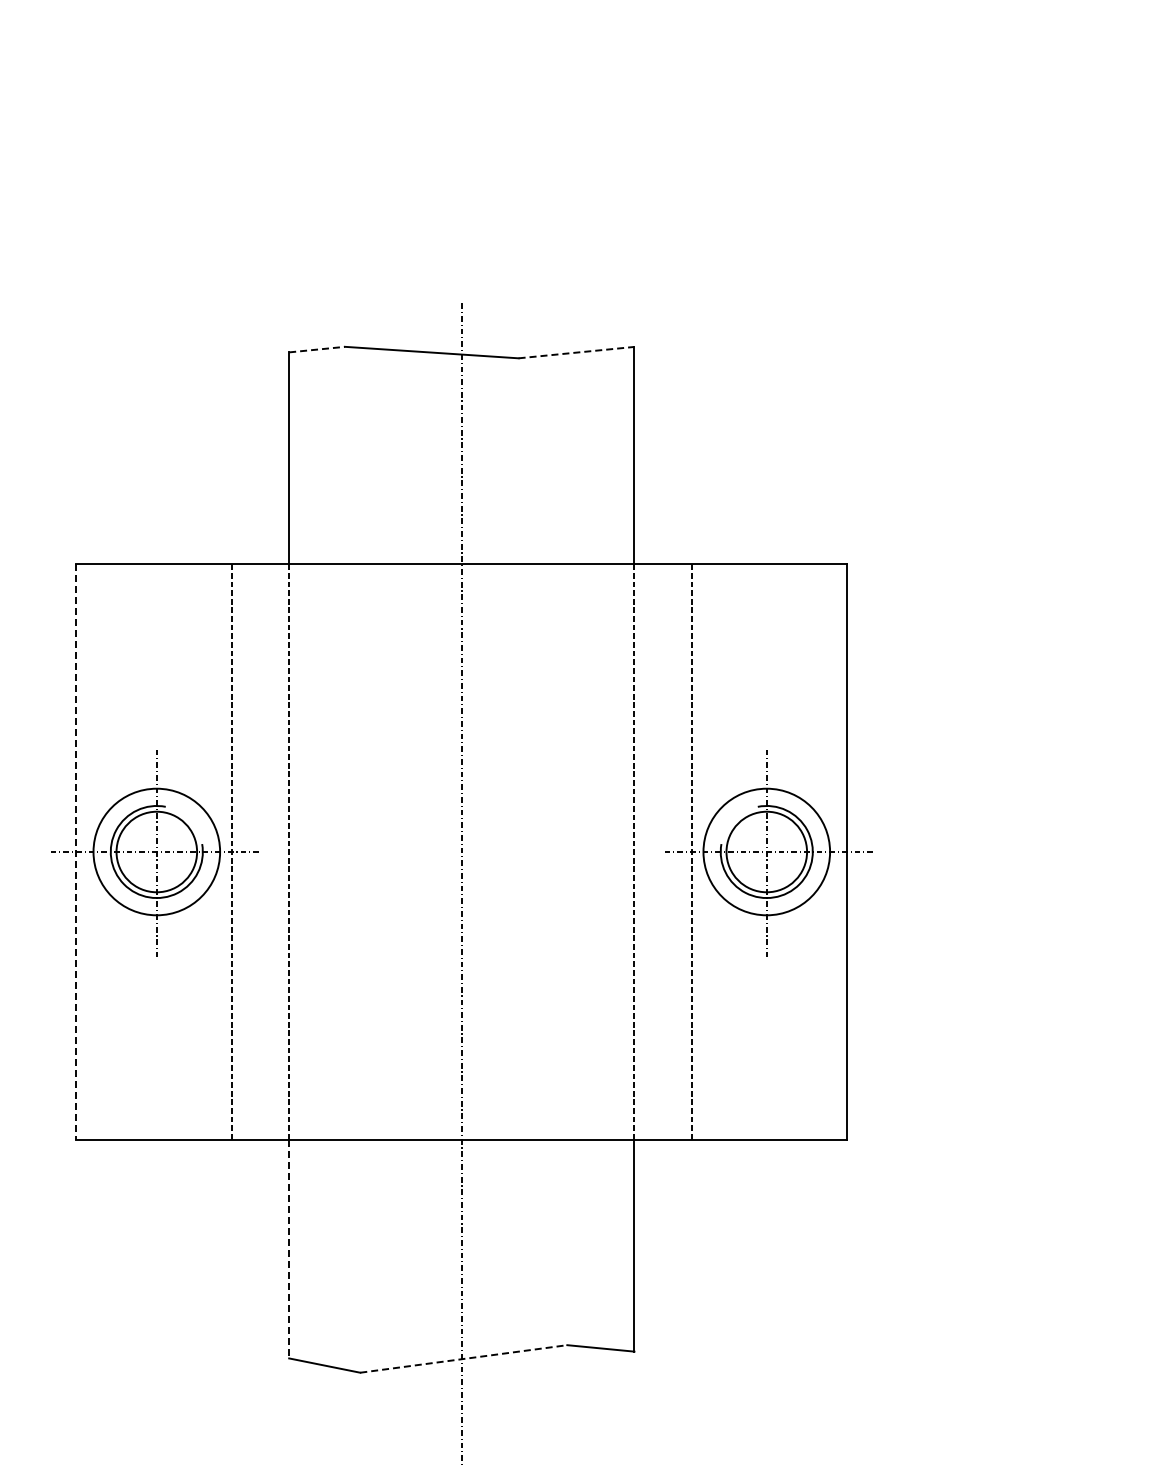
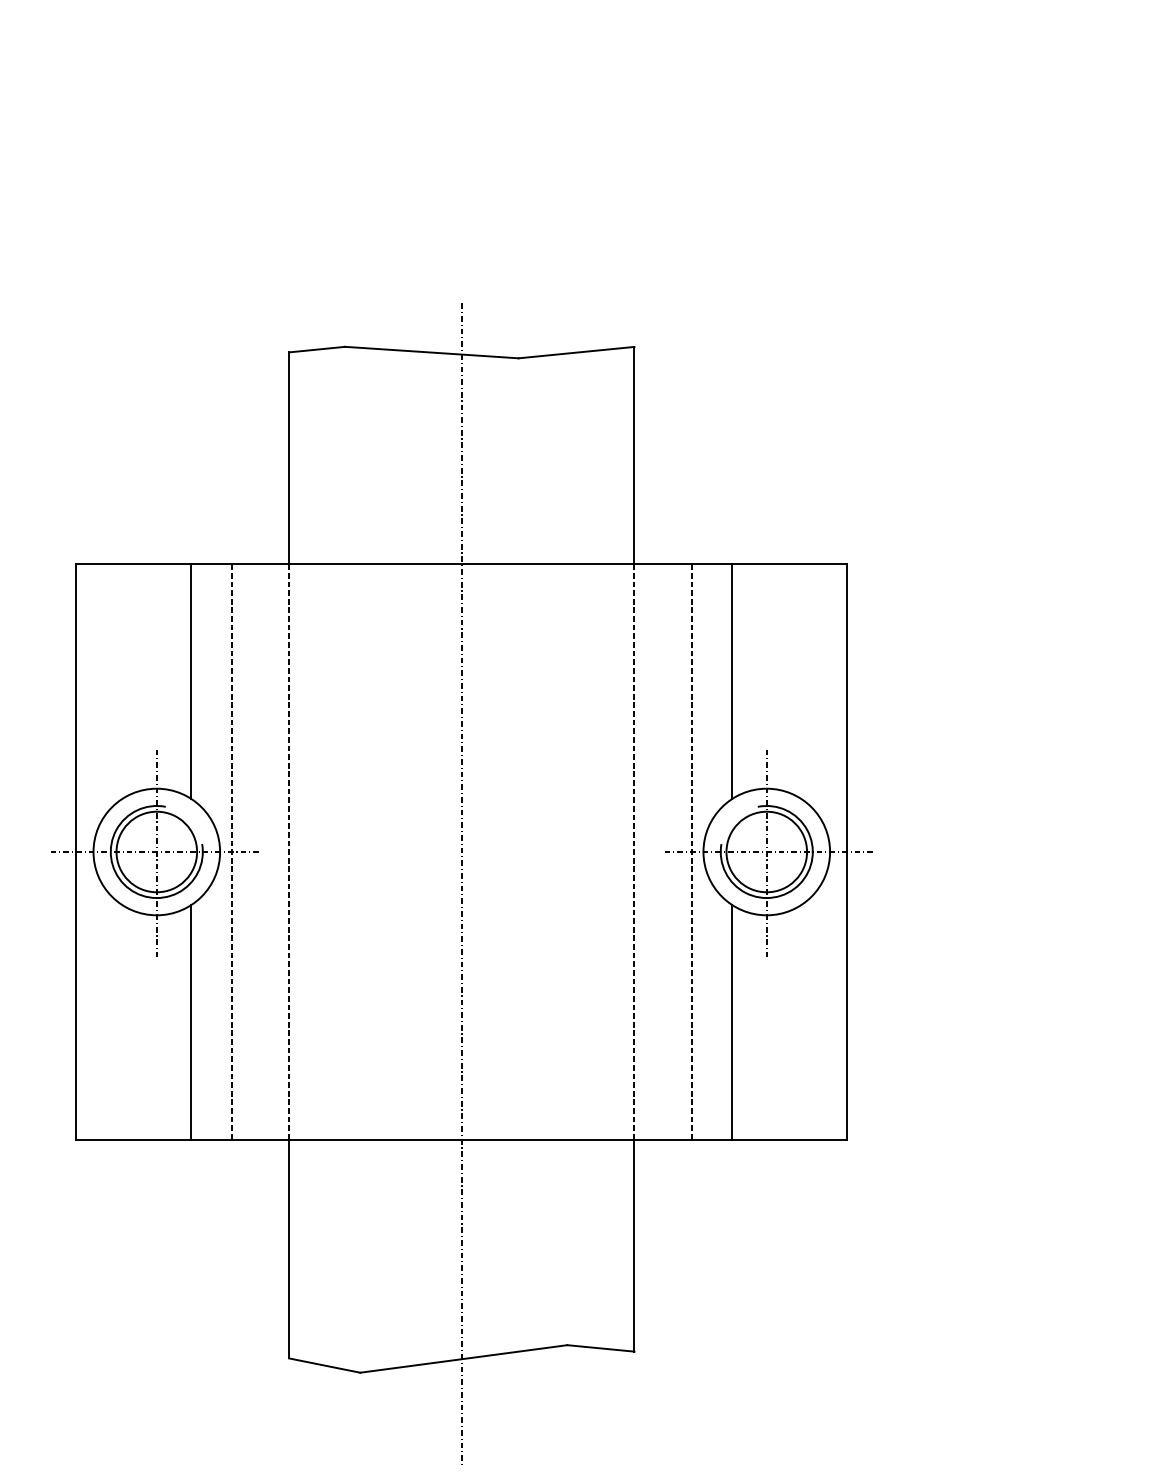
line at (317, 349): dashed -> solid
line at (577, 352): dashed -> solid
line at (191, 681): none -> present
line at (732, 681): none -> present
line at (76, 852): dashed -> solid
line at (191, 1022): none -> present
line at (732, 1022): none -> present
line at (289, 1249): dashed -> solid
line at (464, 1358): dashed -> solid
